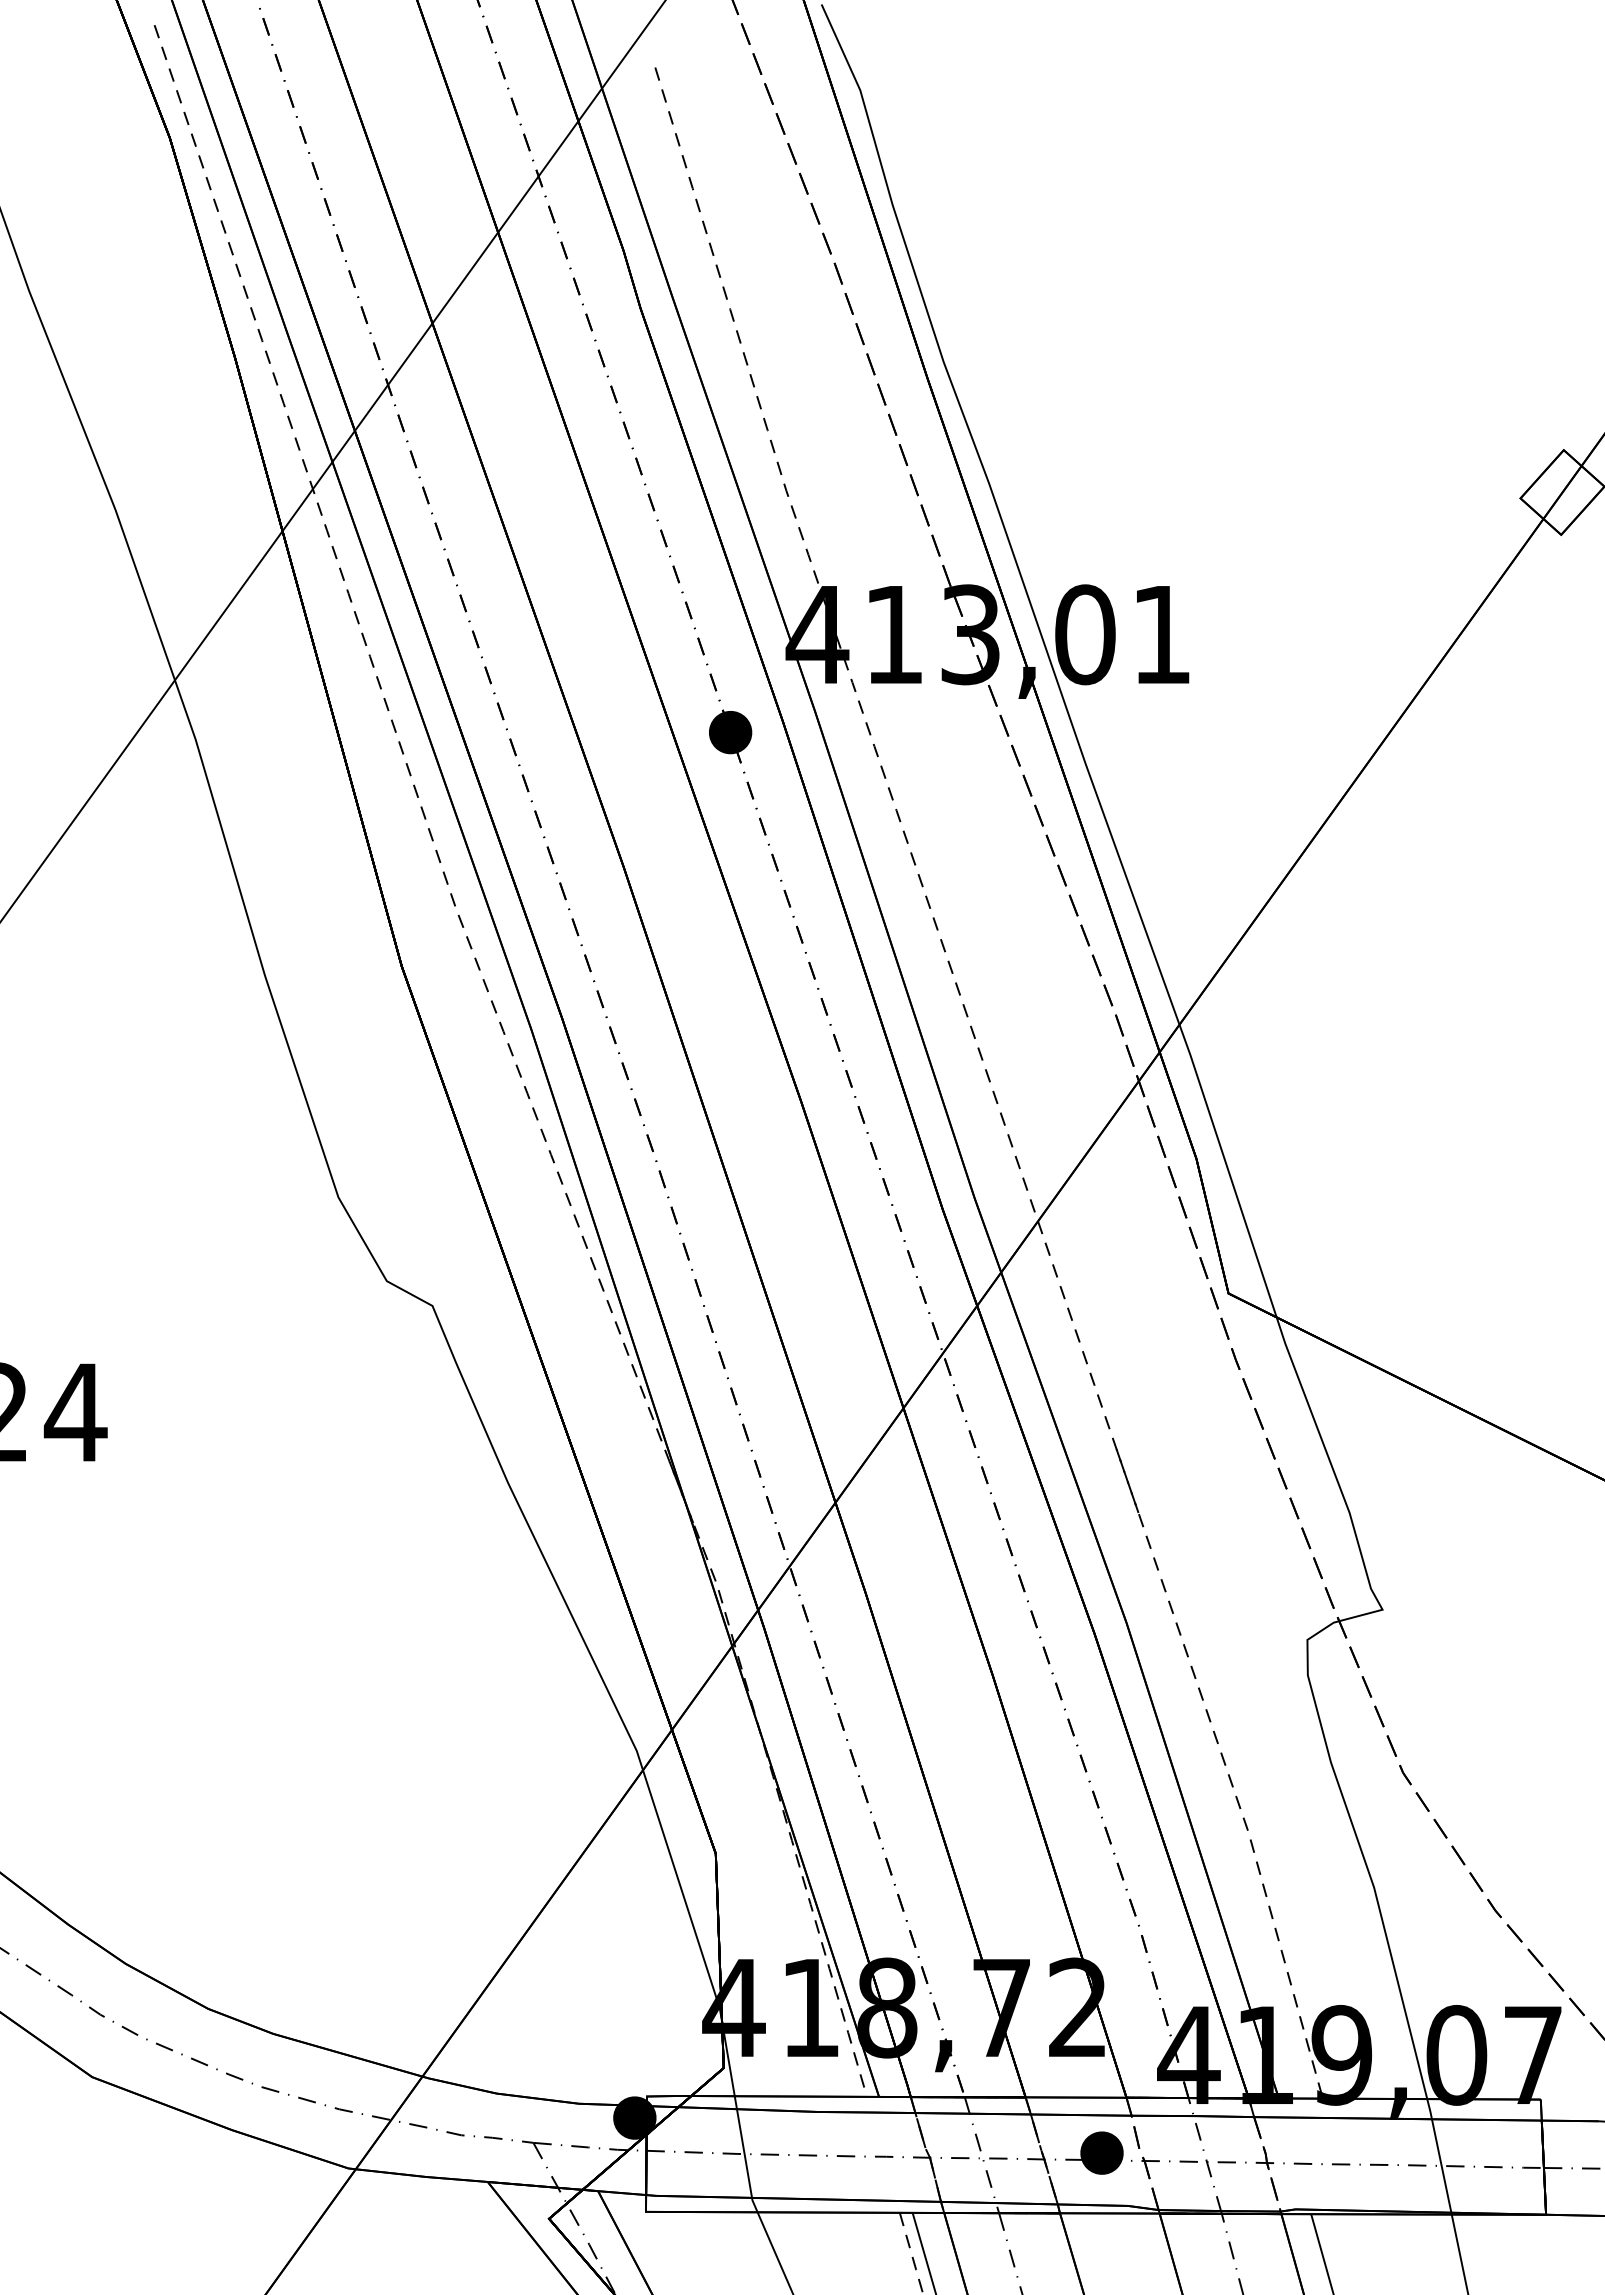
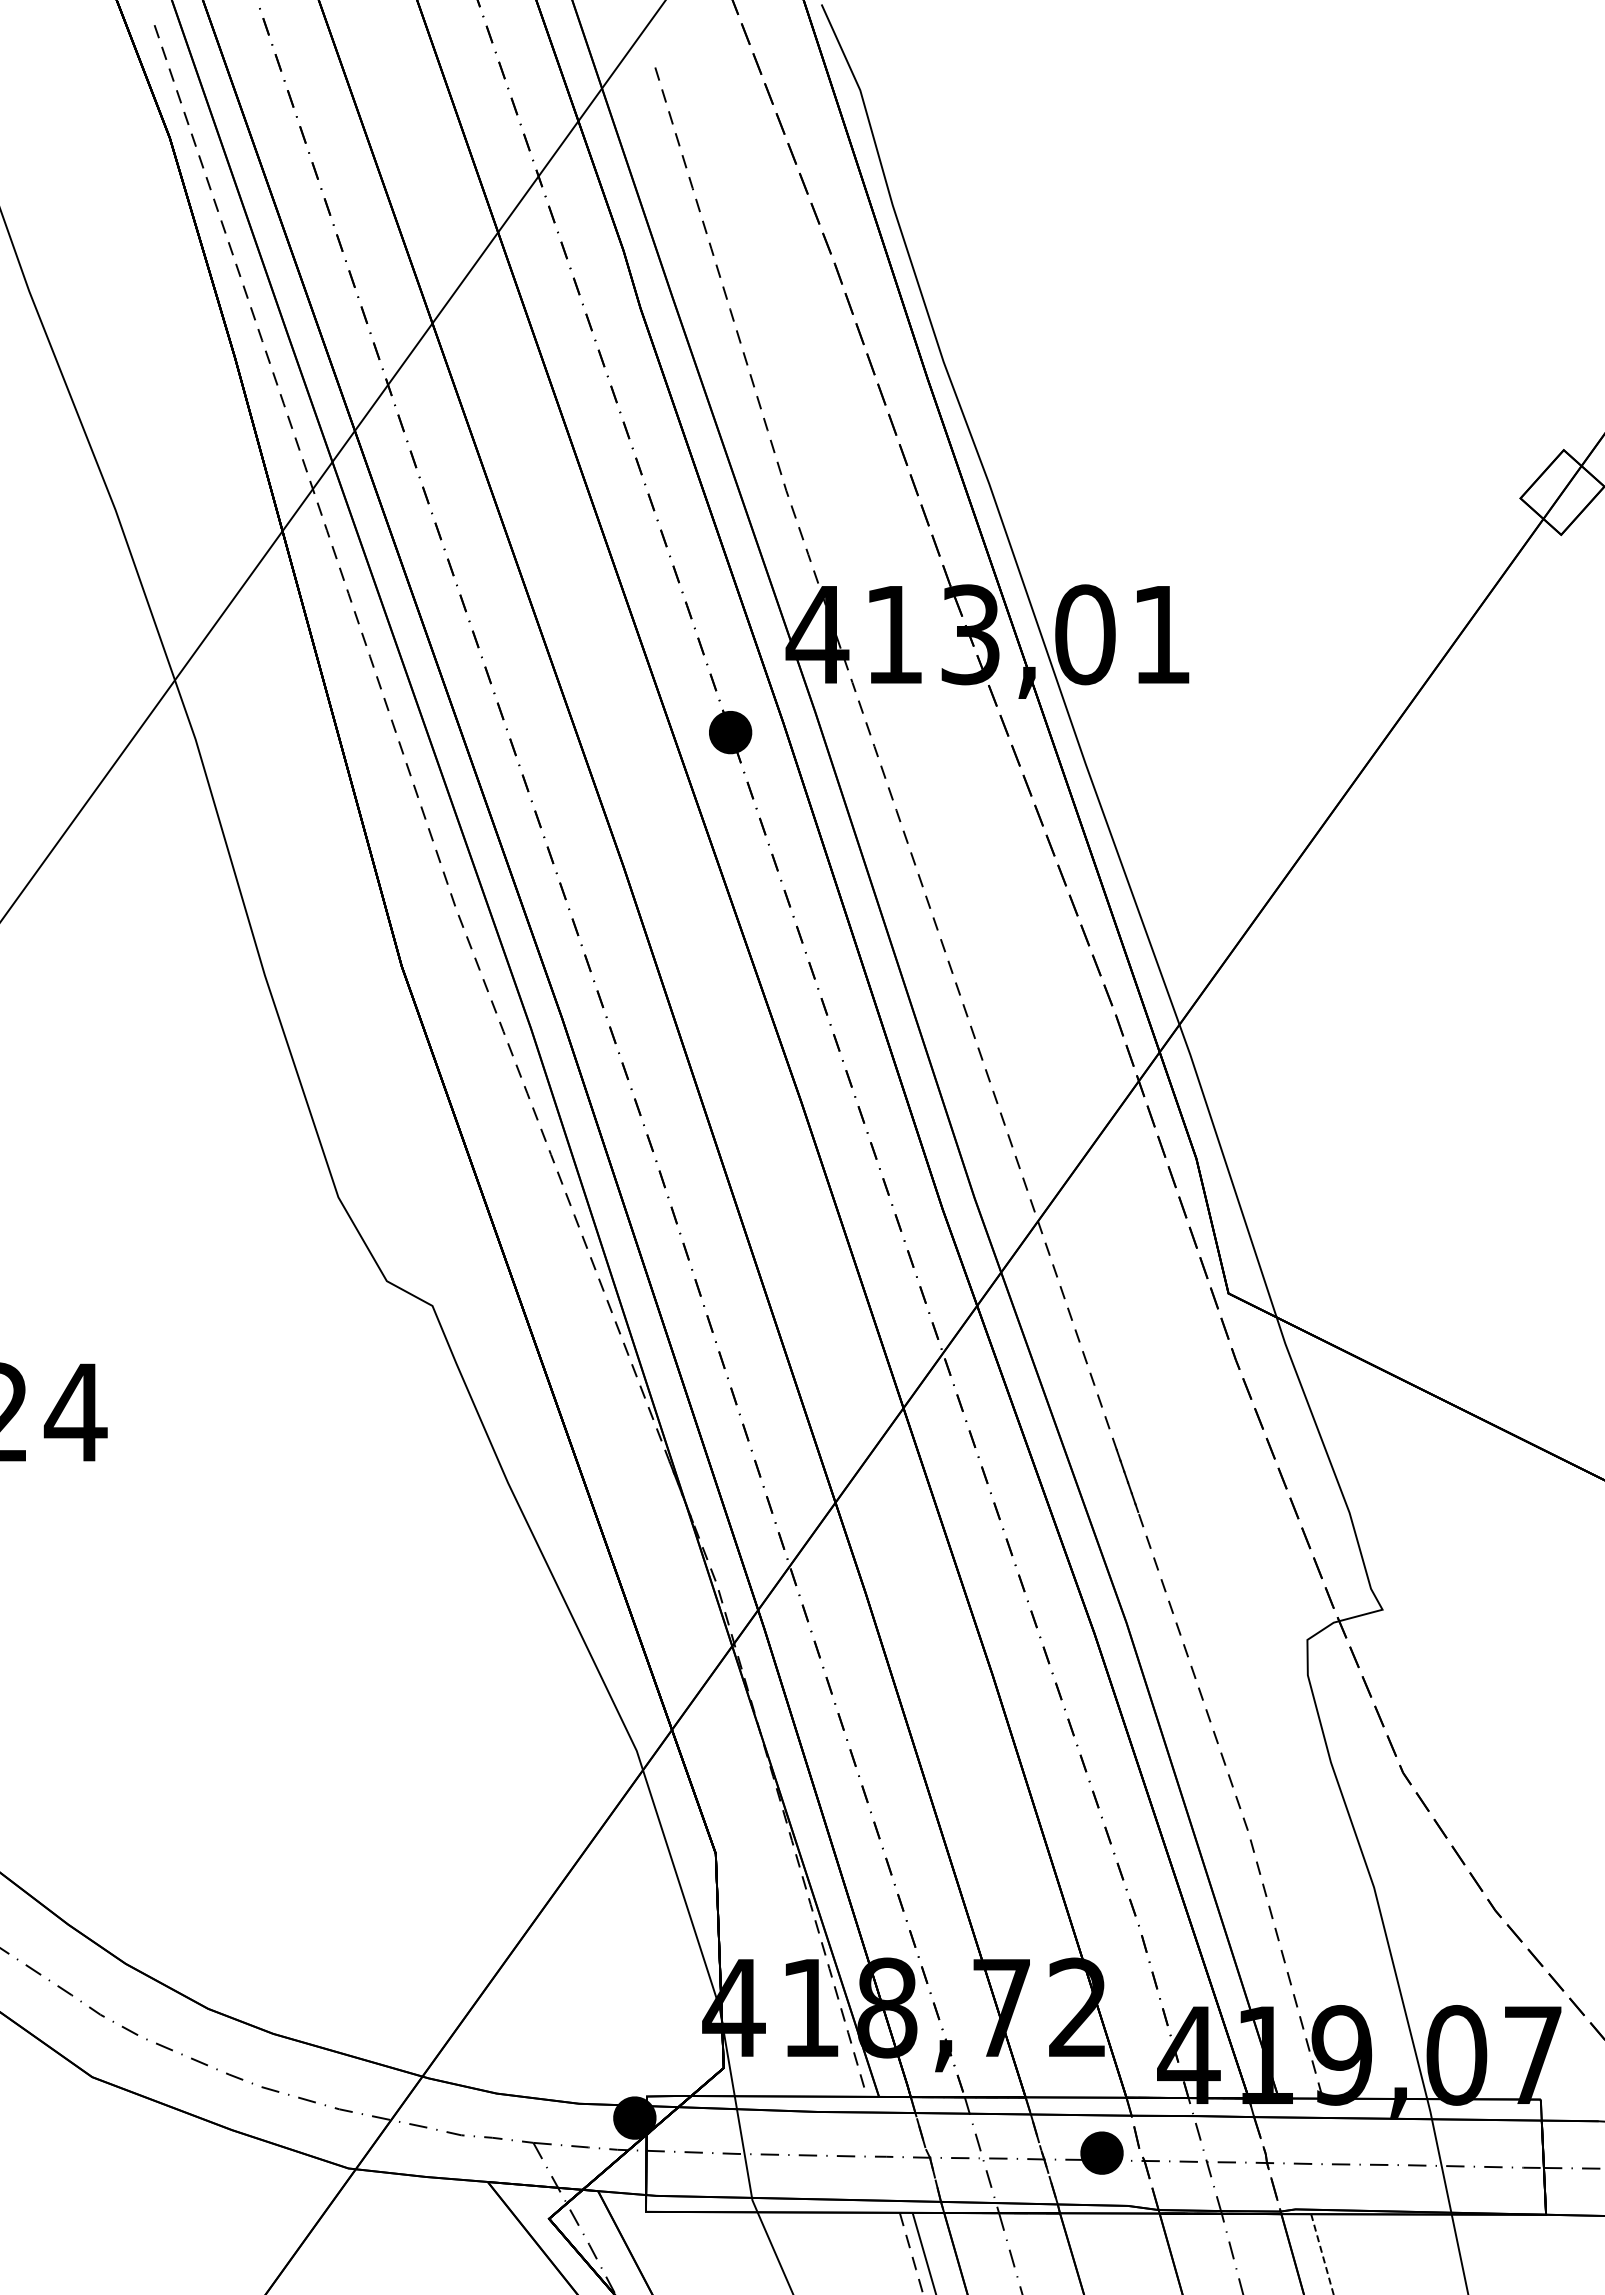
line at (1322, 2253): solid -> dashed
